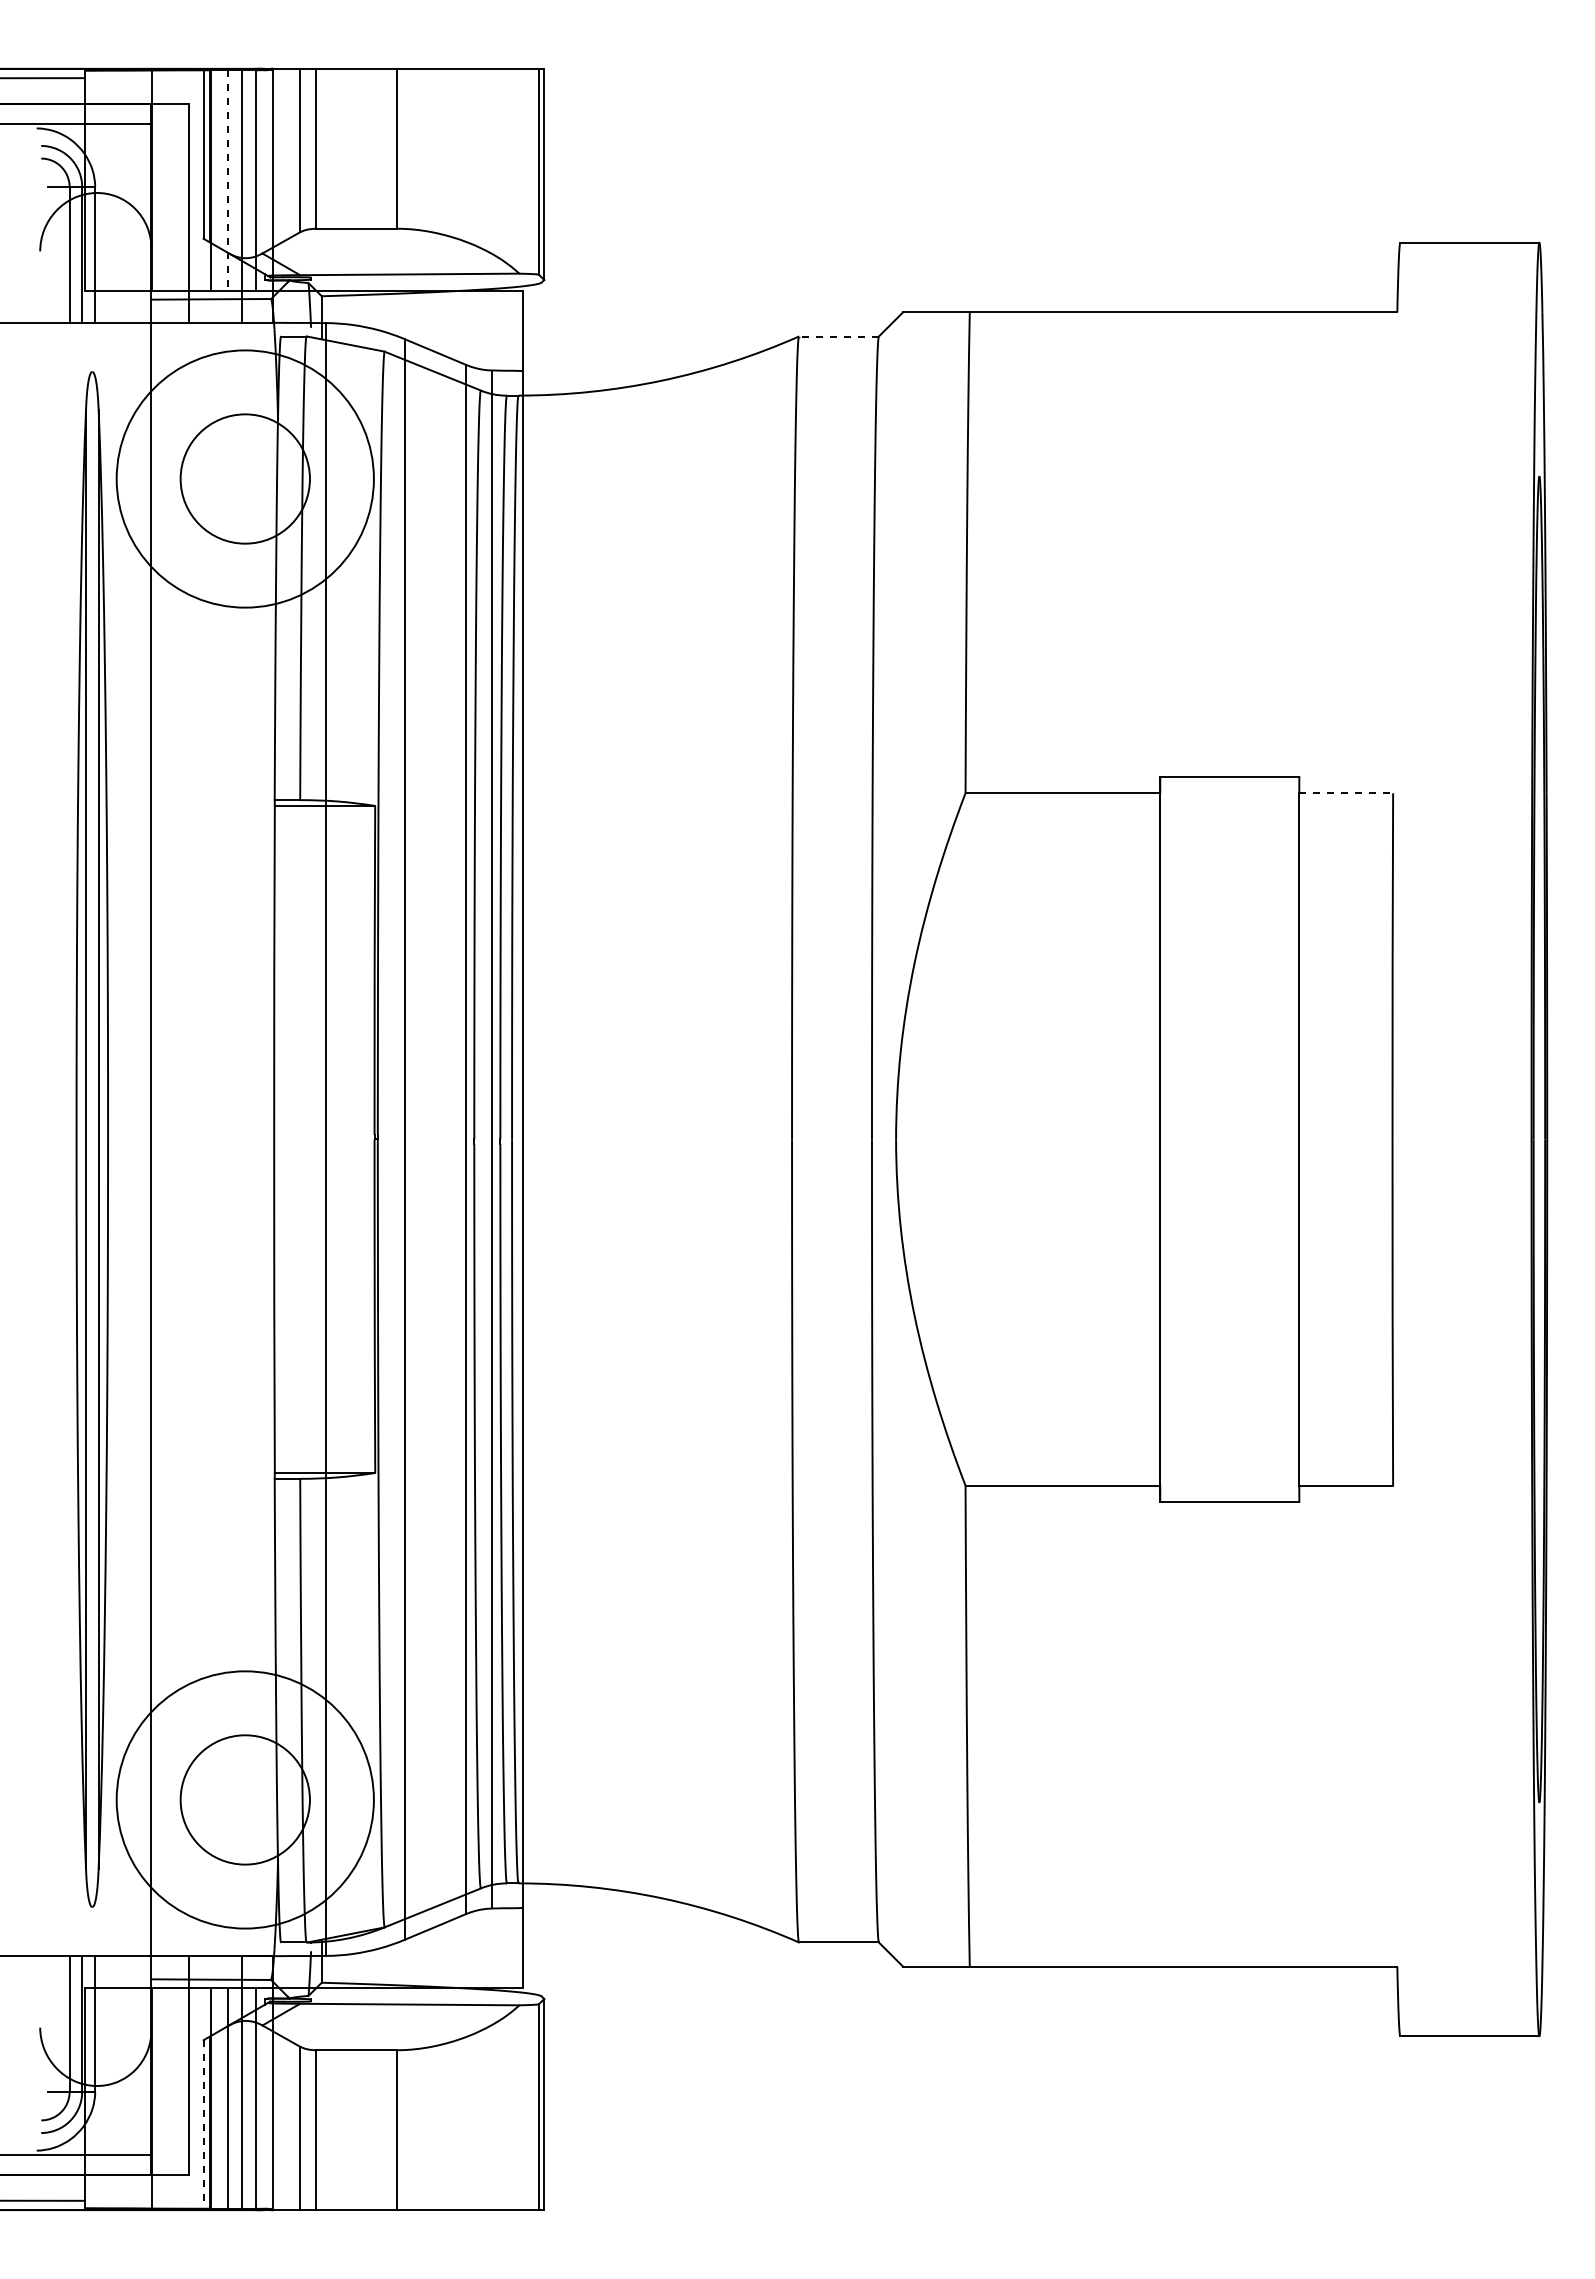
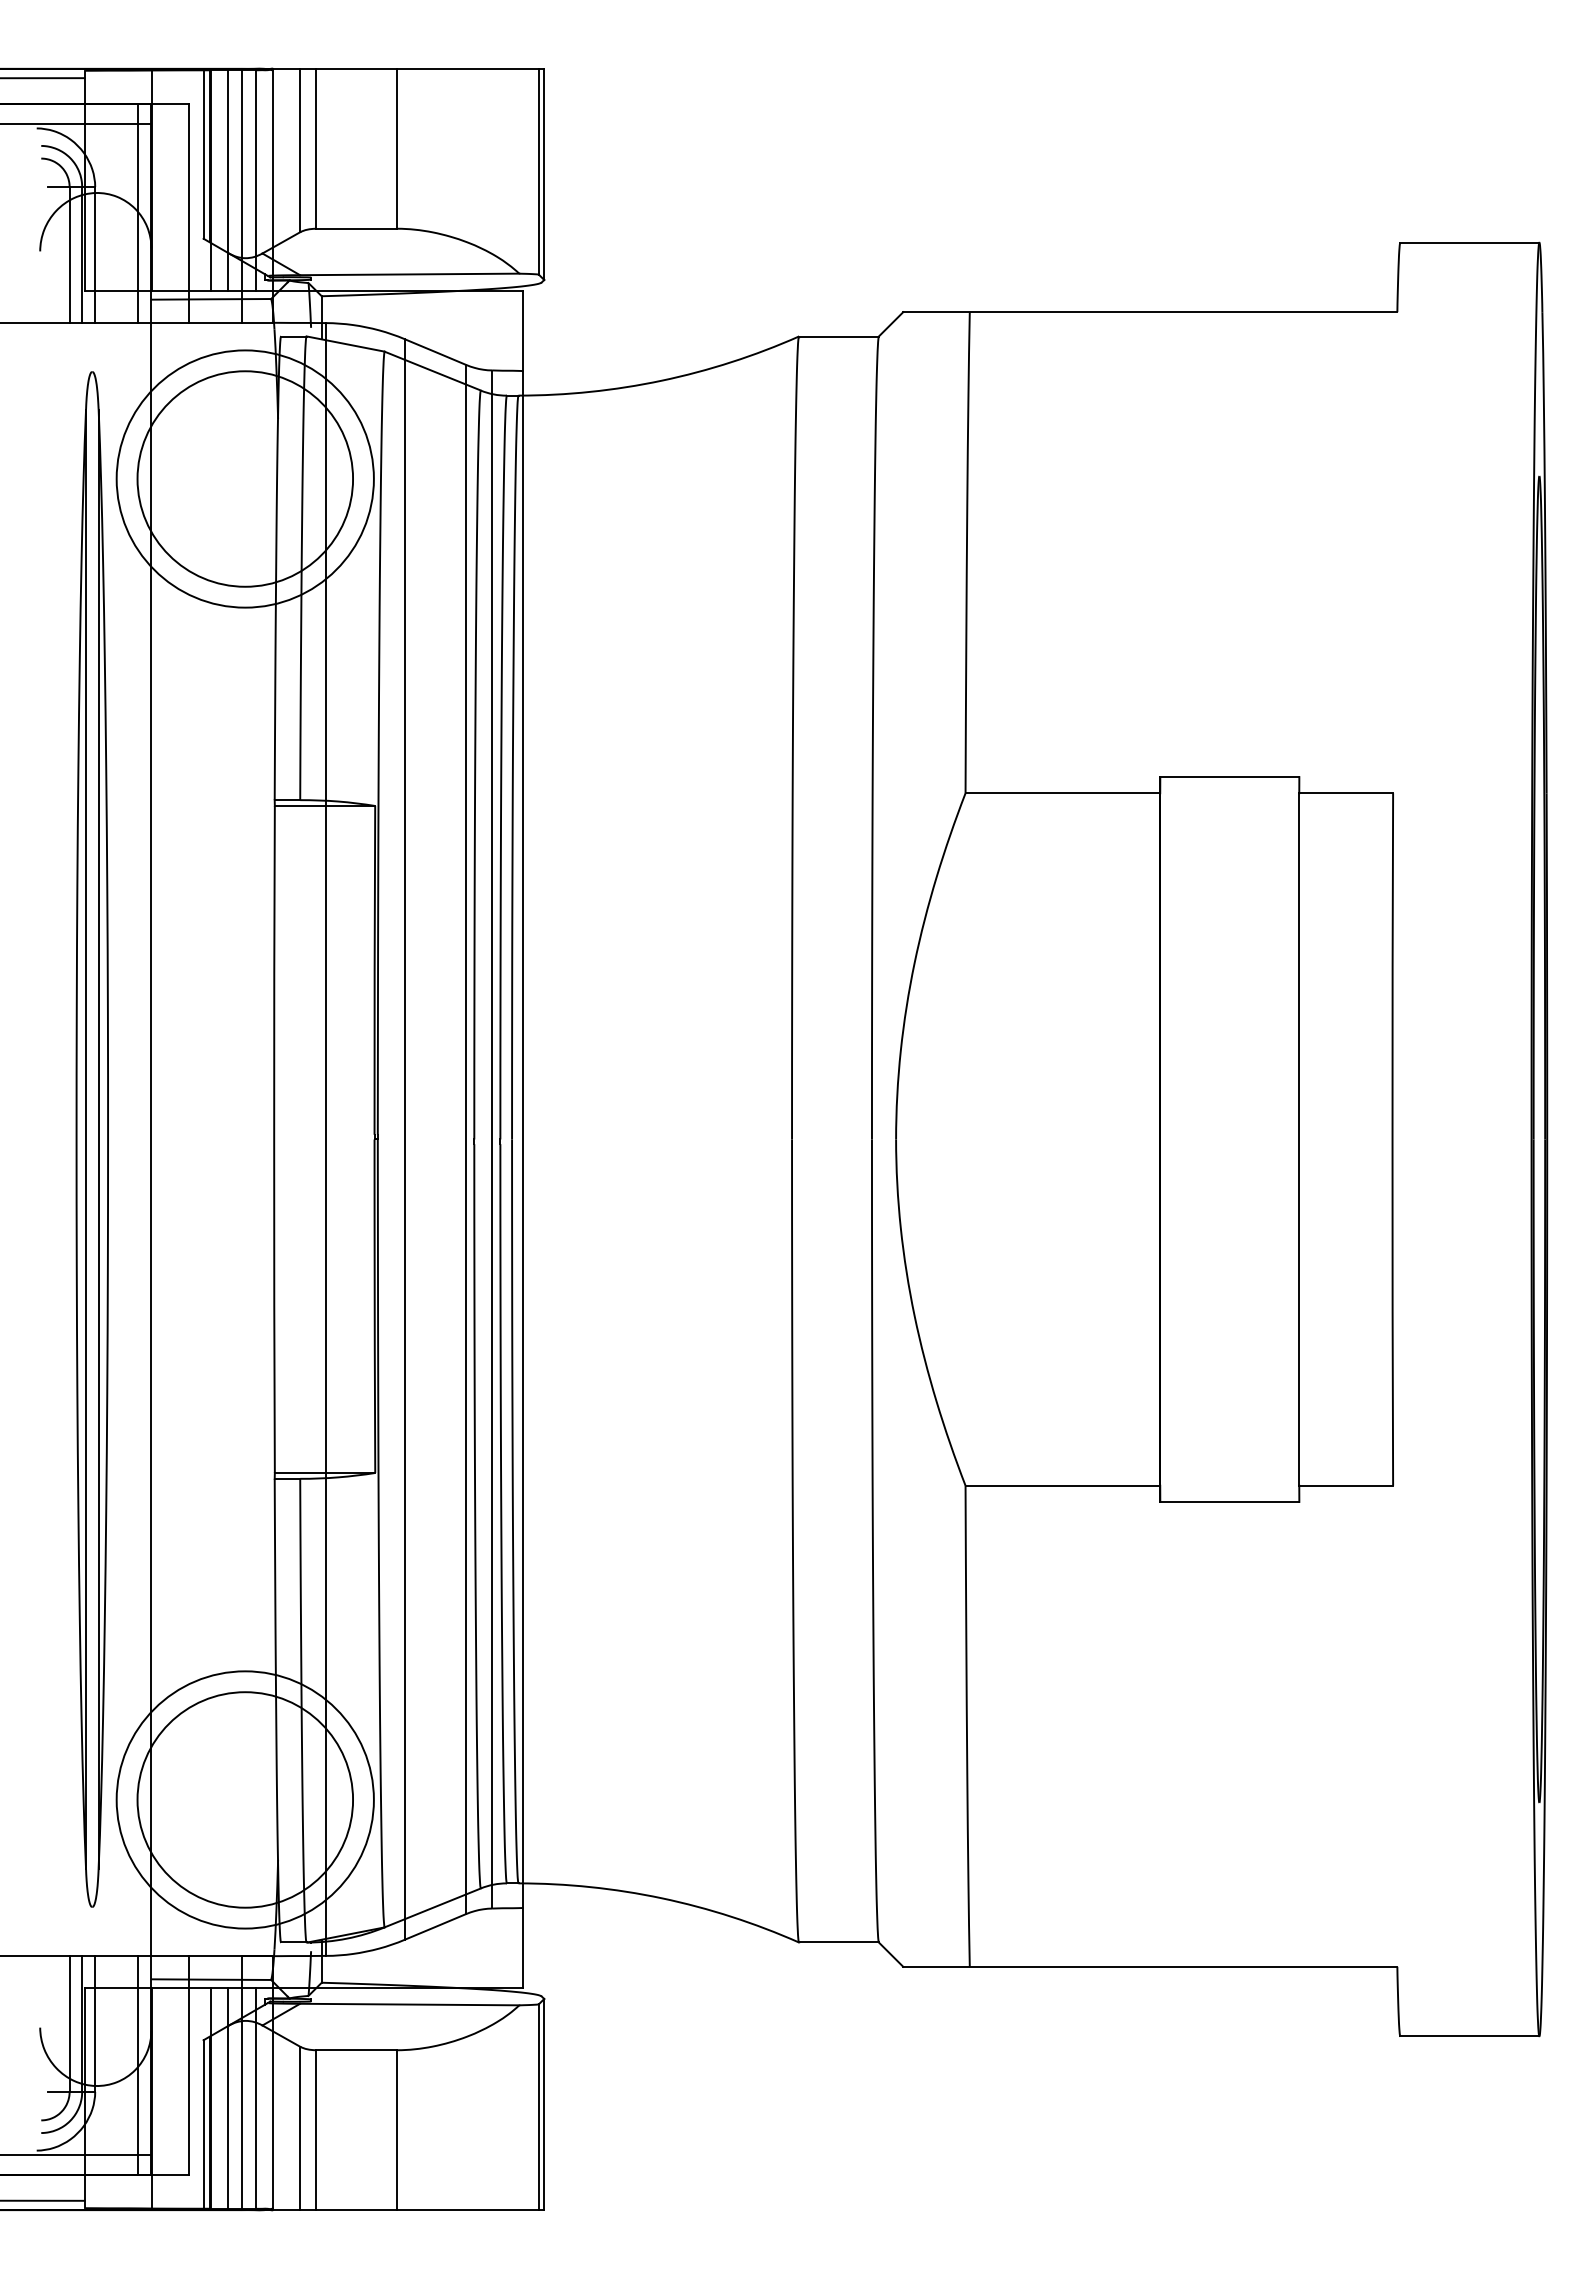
line at (227, 180): dashed -> solid
line at (137, 212): none -> present
line at (838, 336): dashed -> solid
circle at (244, 478) diameter: 129 px -> 216 px
line at (1346, 793): dashed -> solid
circle at (244, 1799) diameter: 129 px -> 216 px
line at (137, 2065): none -> present
line at (203, 2125): dashed -> solid
